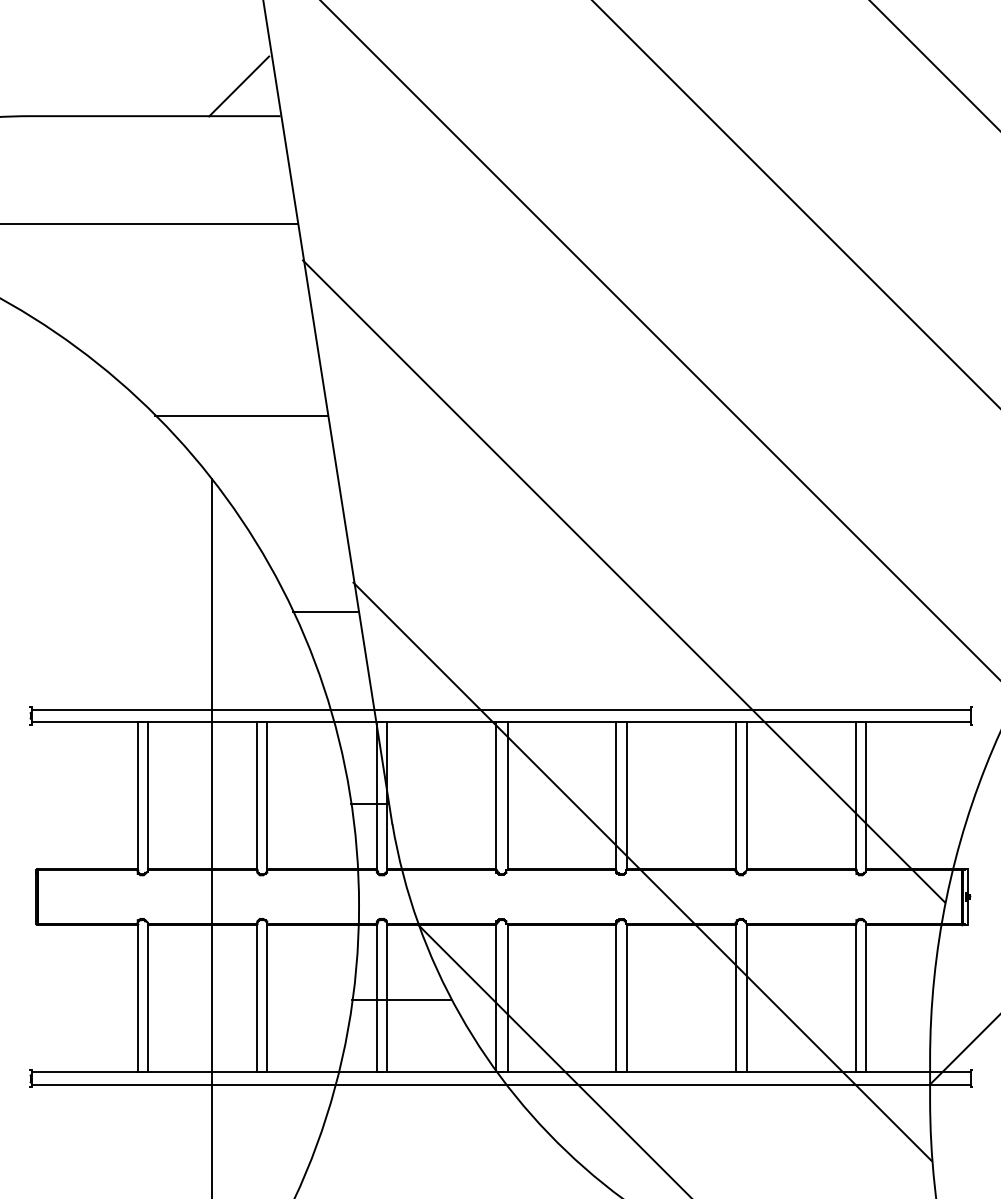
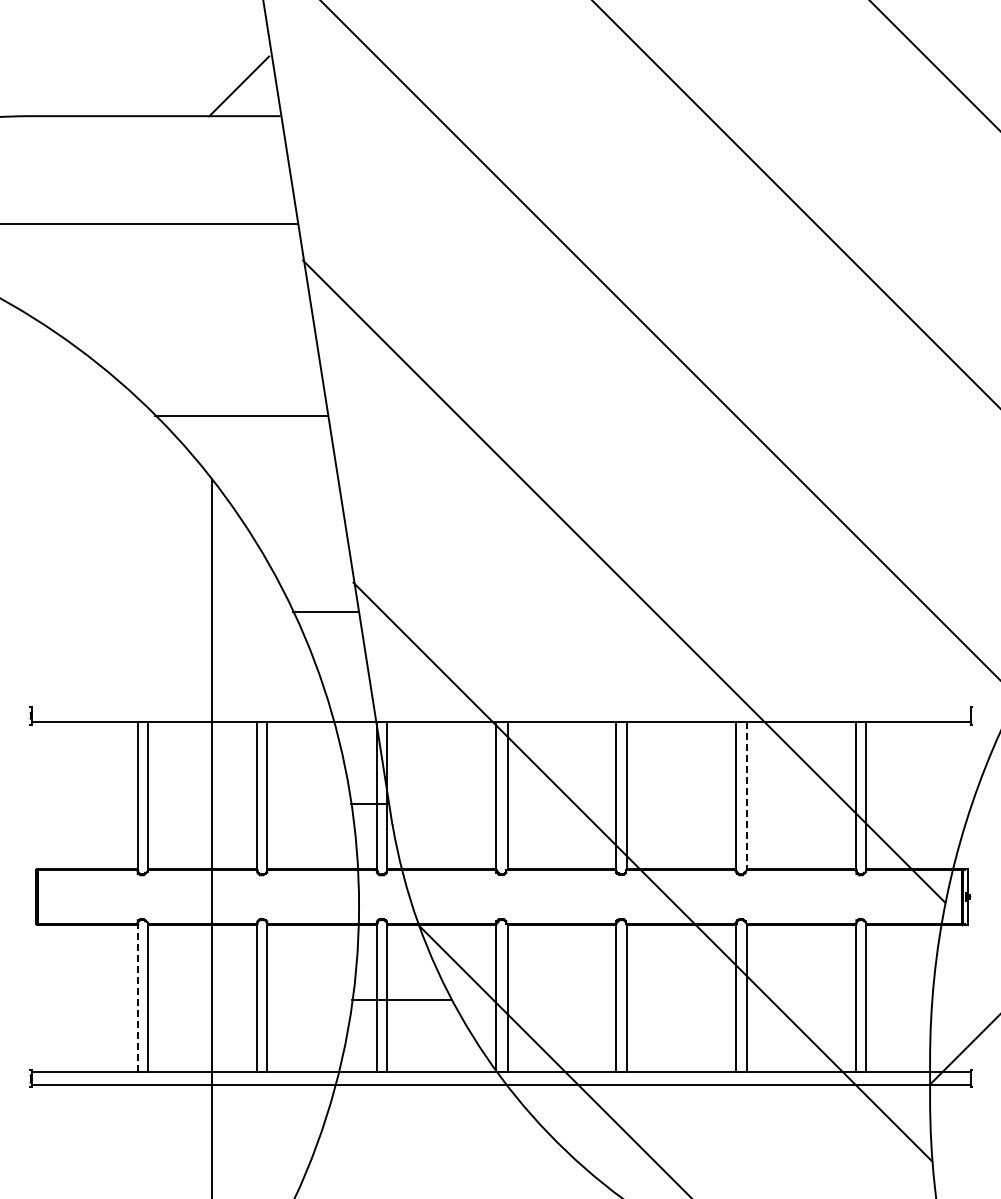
line at (500, 709): present -> none
line at (746, 796): solid -> dashed
line at (137, 998): solid -> dashed
